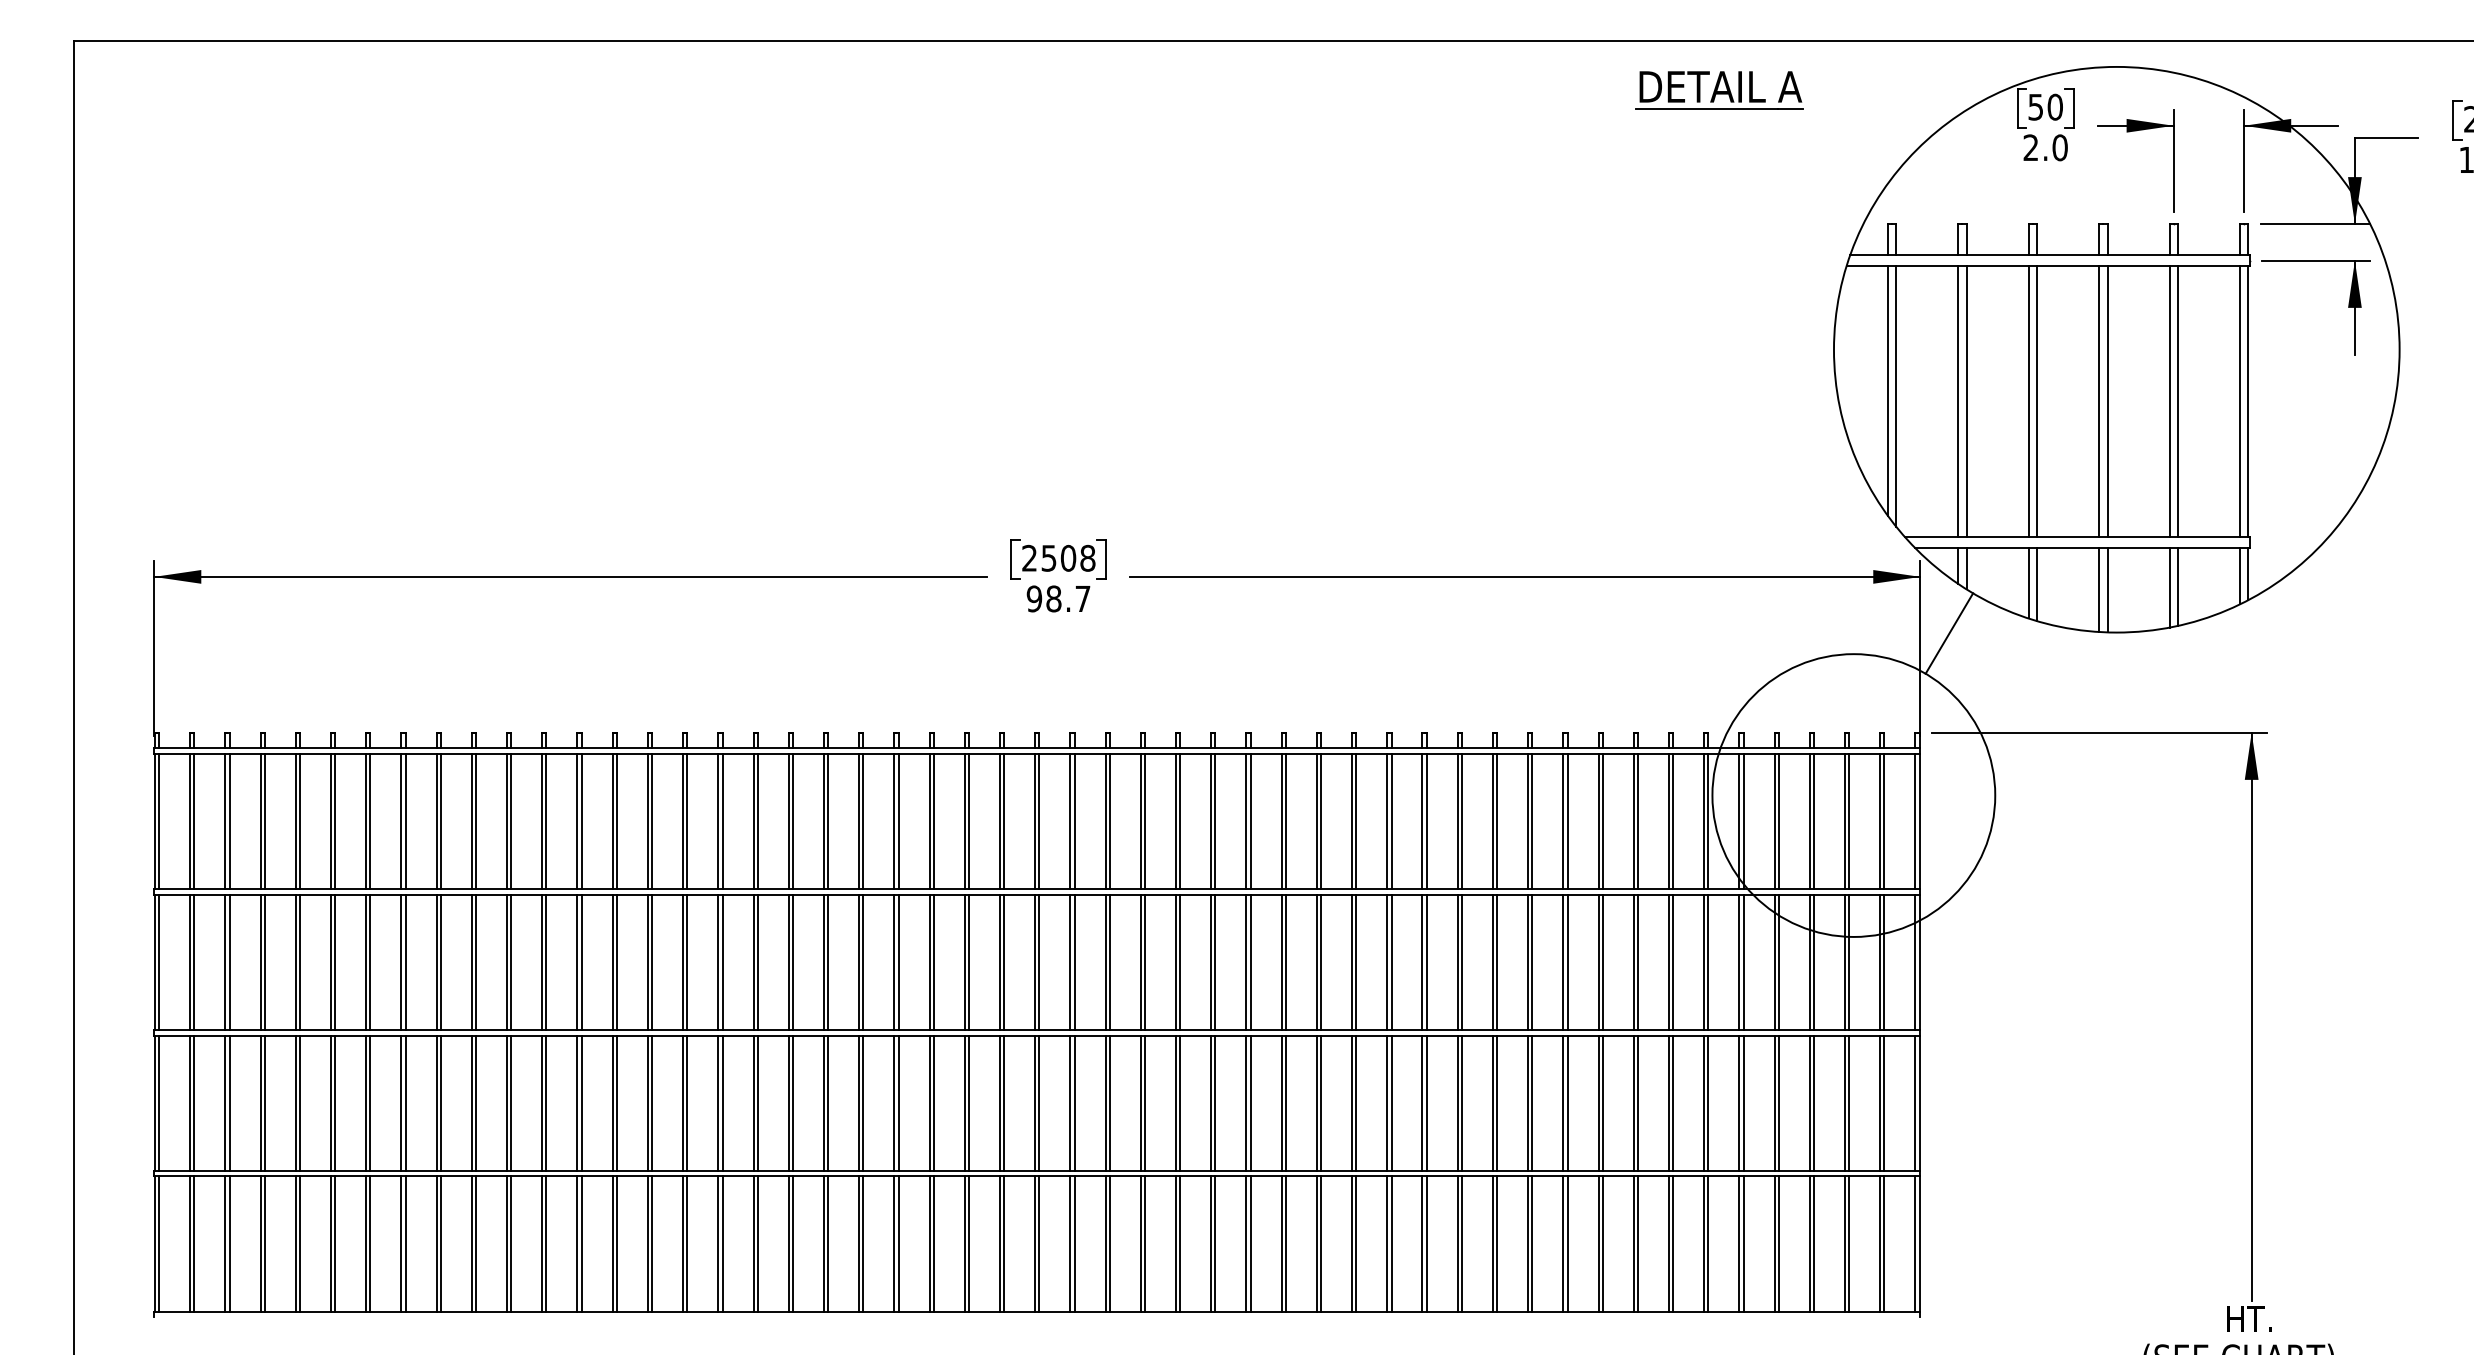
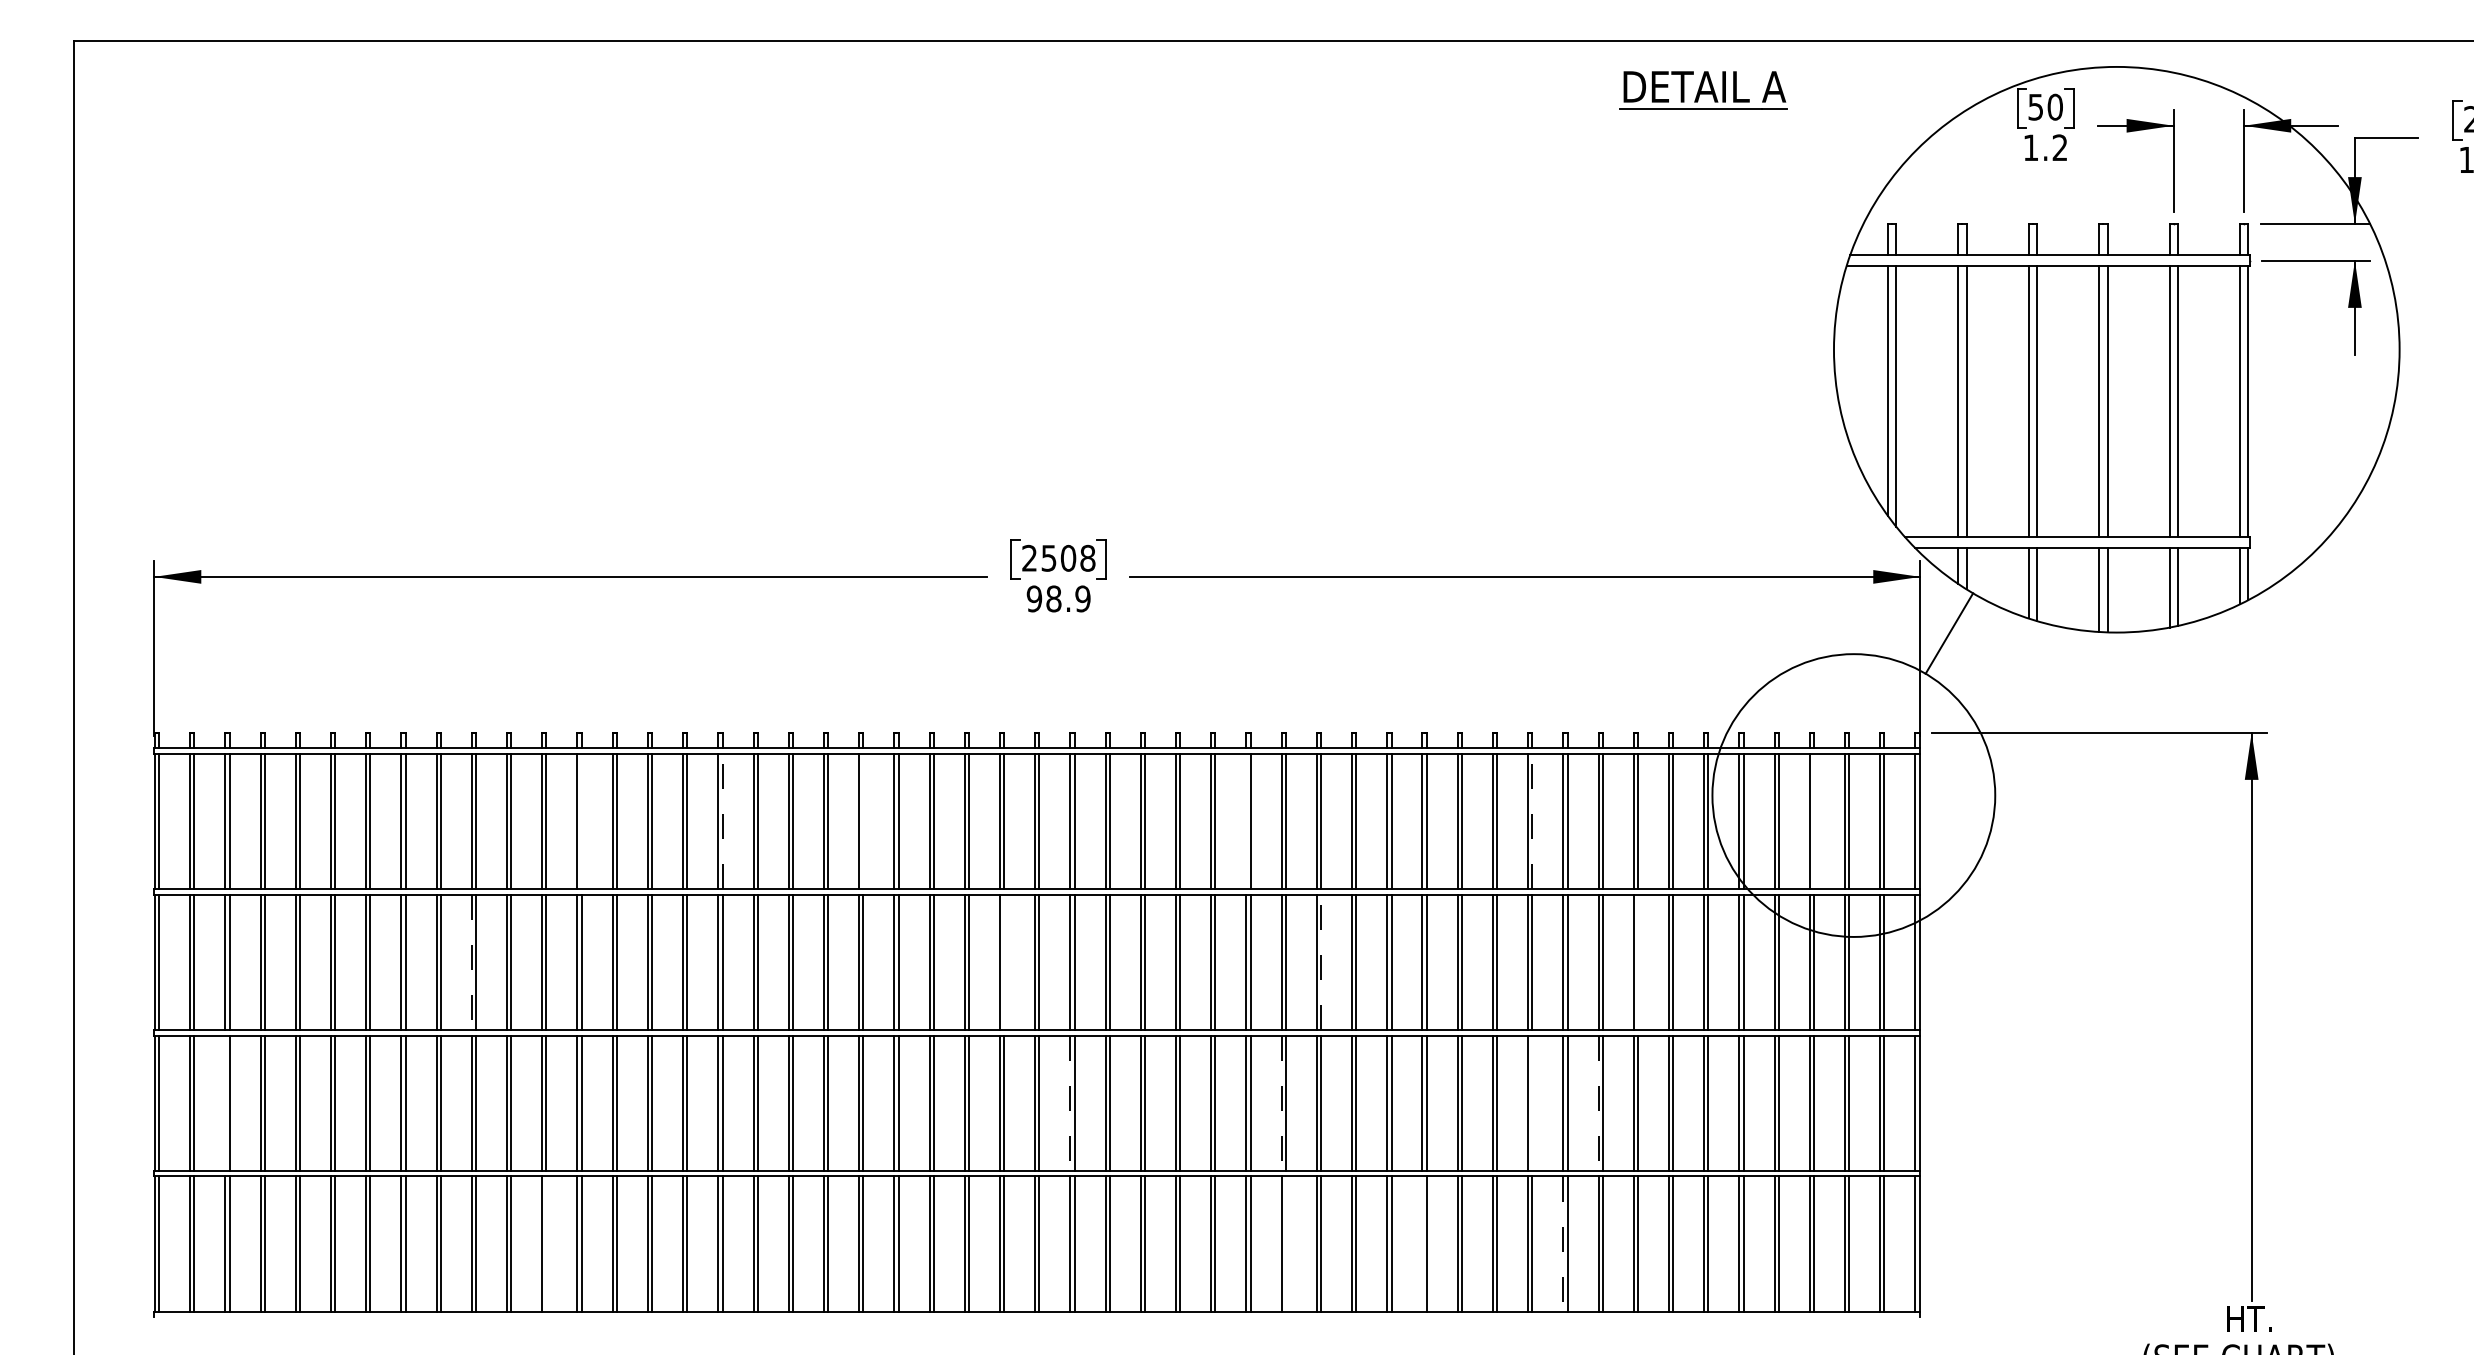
part at (1719, 90) position: (1719, 90) -> (1703, 90)
text at (2045, 147): 2.0 -> 1.2
text at (1082, 598): 98.7 -> 98.9
line at (581, 821): present -> none
line at (722, 821): solid -> dashed
line at (863, 821): present -> none
line at (1246, 821): present -> none
line at (1532, 821): solid -> dashed
line at (1814, 821): present -> none
line at (1004, 961): present -> none
line at (1637, 961): present -> none
line at (471, 962): solid -> dashed
line at (1321, 962): solid -> dashed
line at (225, 1102): present -> none
line at (1532, 1102): present -> none
line at (1070, 1103): solid -> dashed
line at (1281, 1103): solid -> dashed
line at (1598, 1103): solid -> dashed
line at (546, 1243): present -> none
line at (1285, 1243): present -> none
line at (1422, 1243): present -> none
line at (1563, 1244): solid -> dashed
